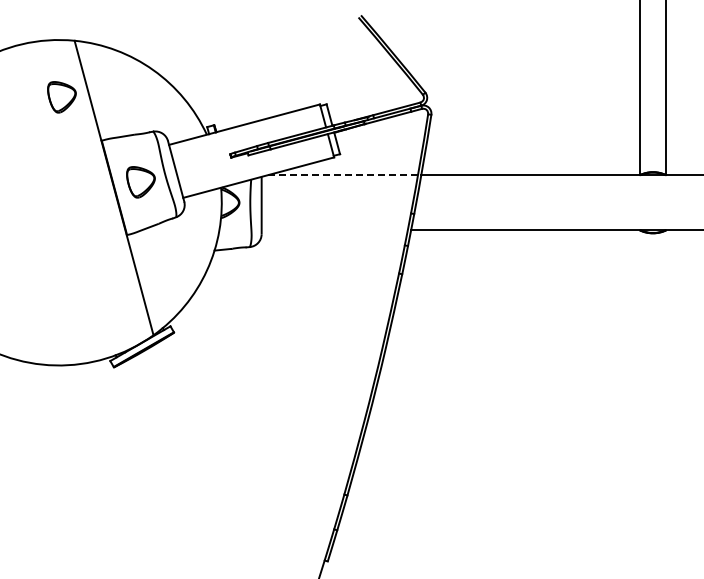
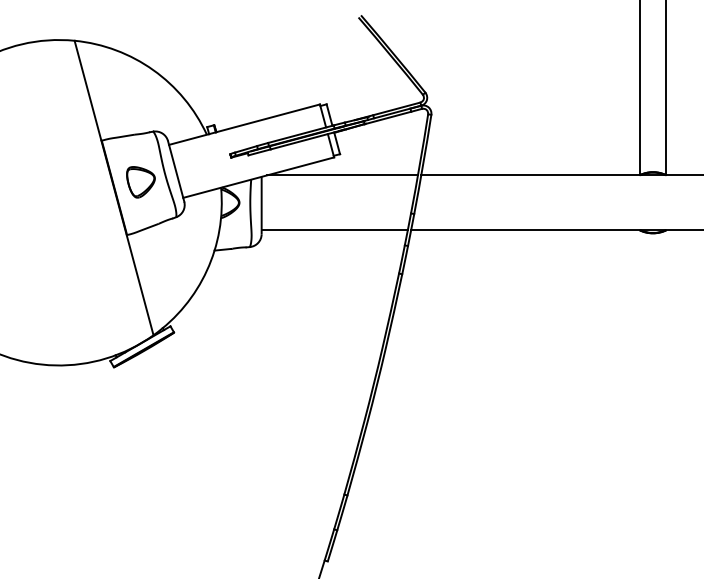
part at (61, 97): present -> none
line at (342, 175): dashed -> solid
line at (334, 230): none -> present
